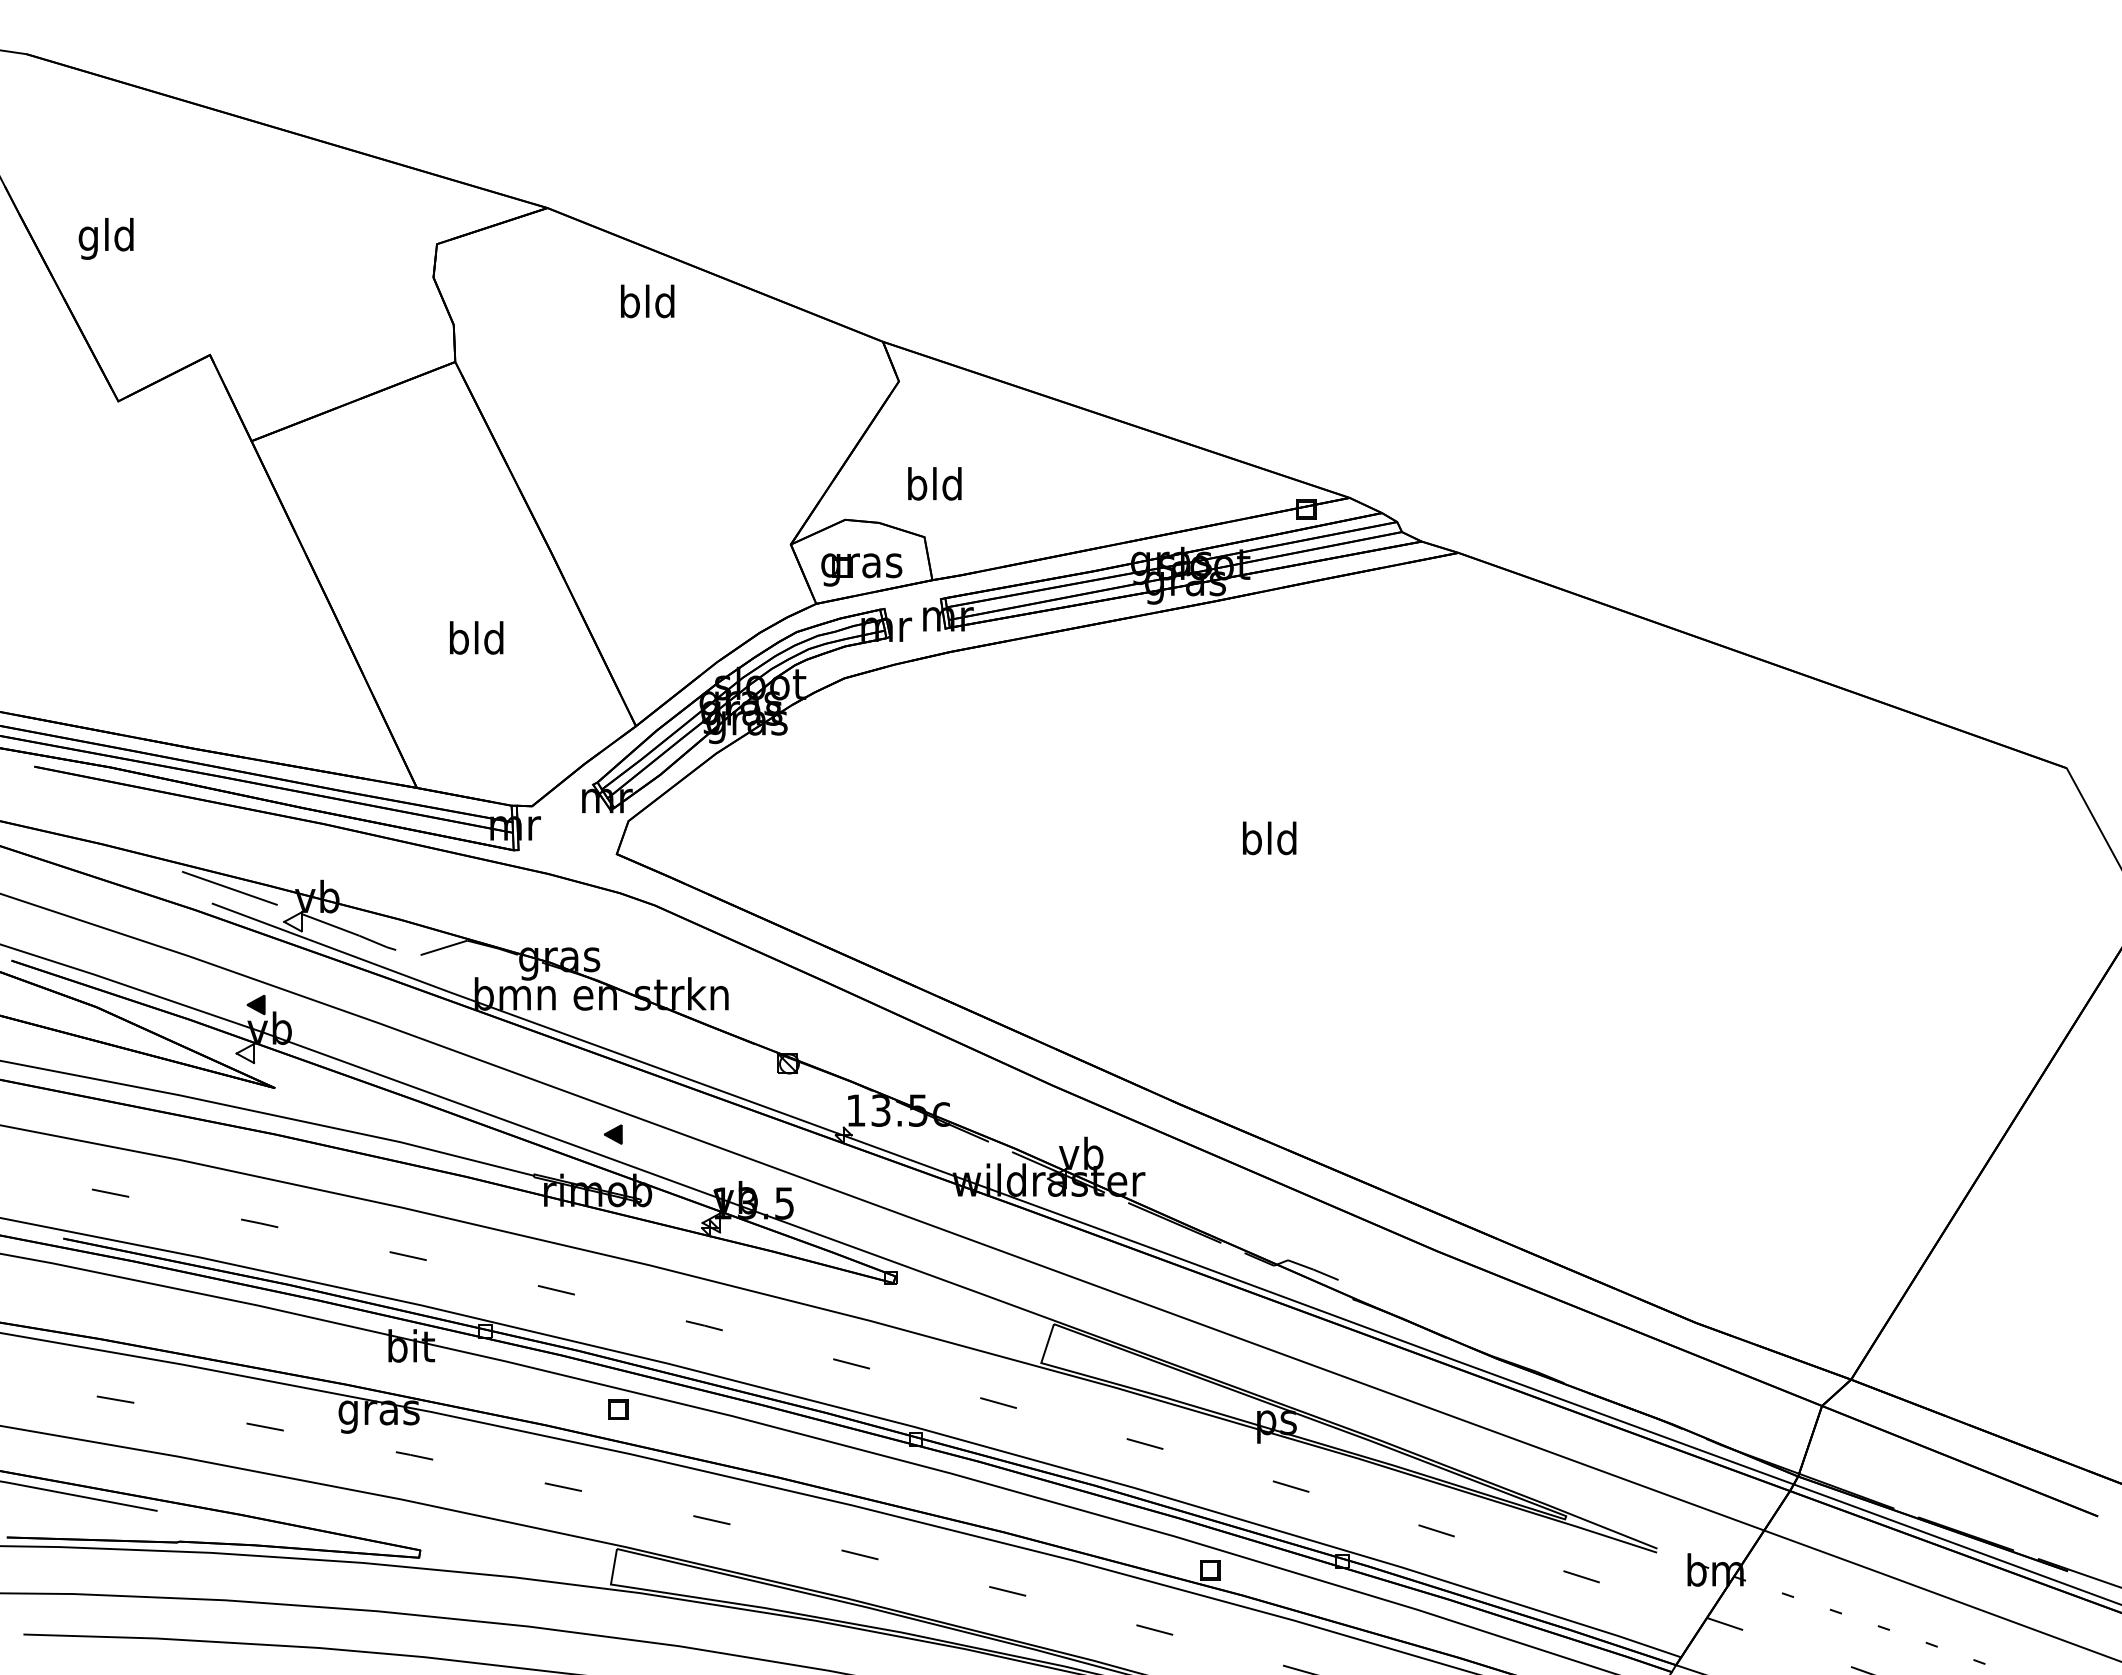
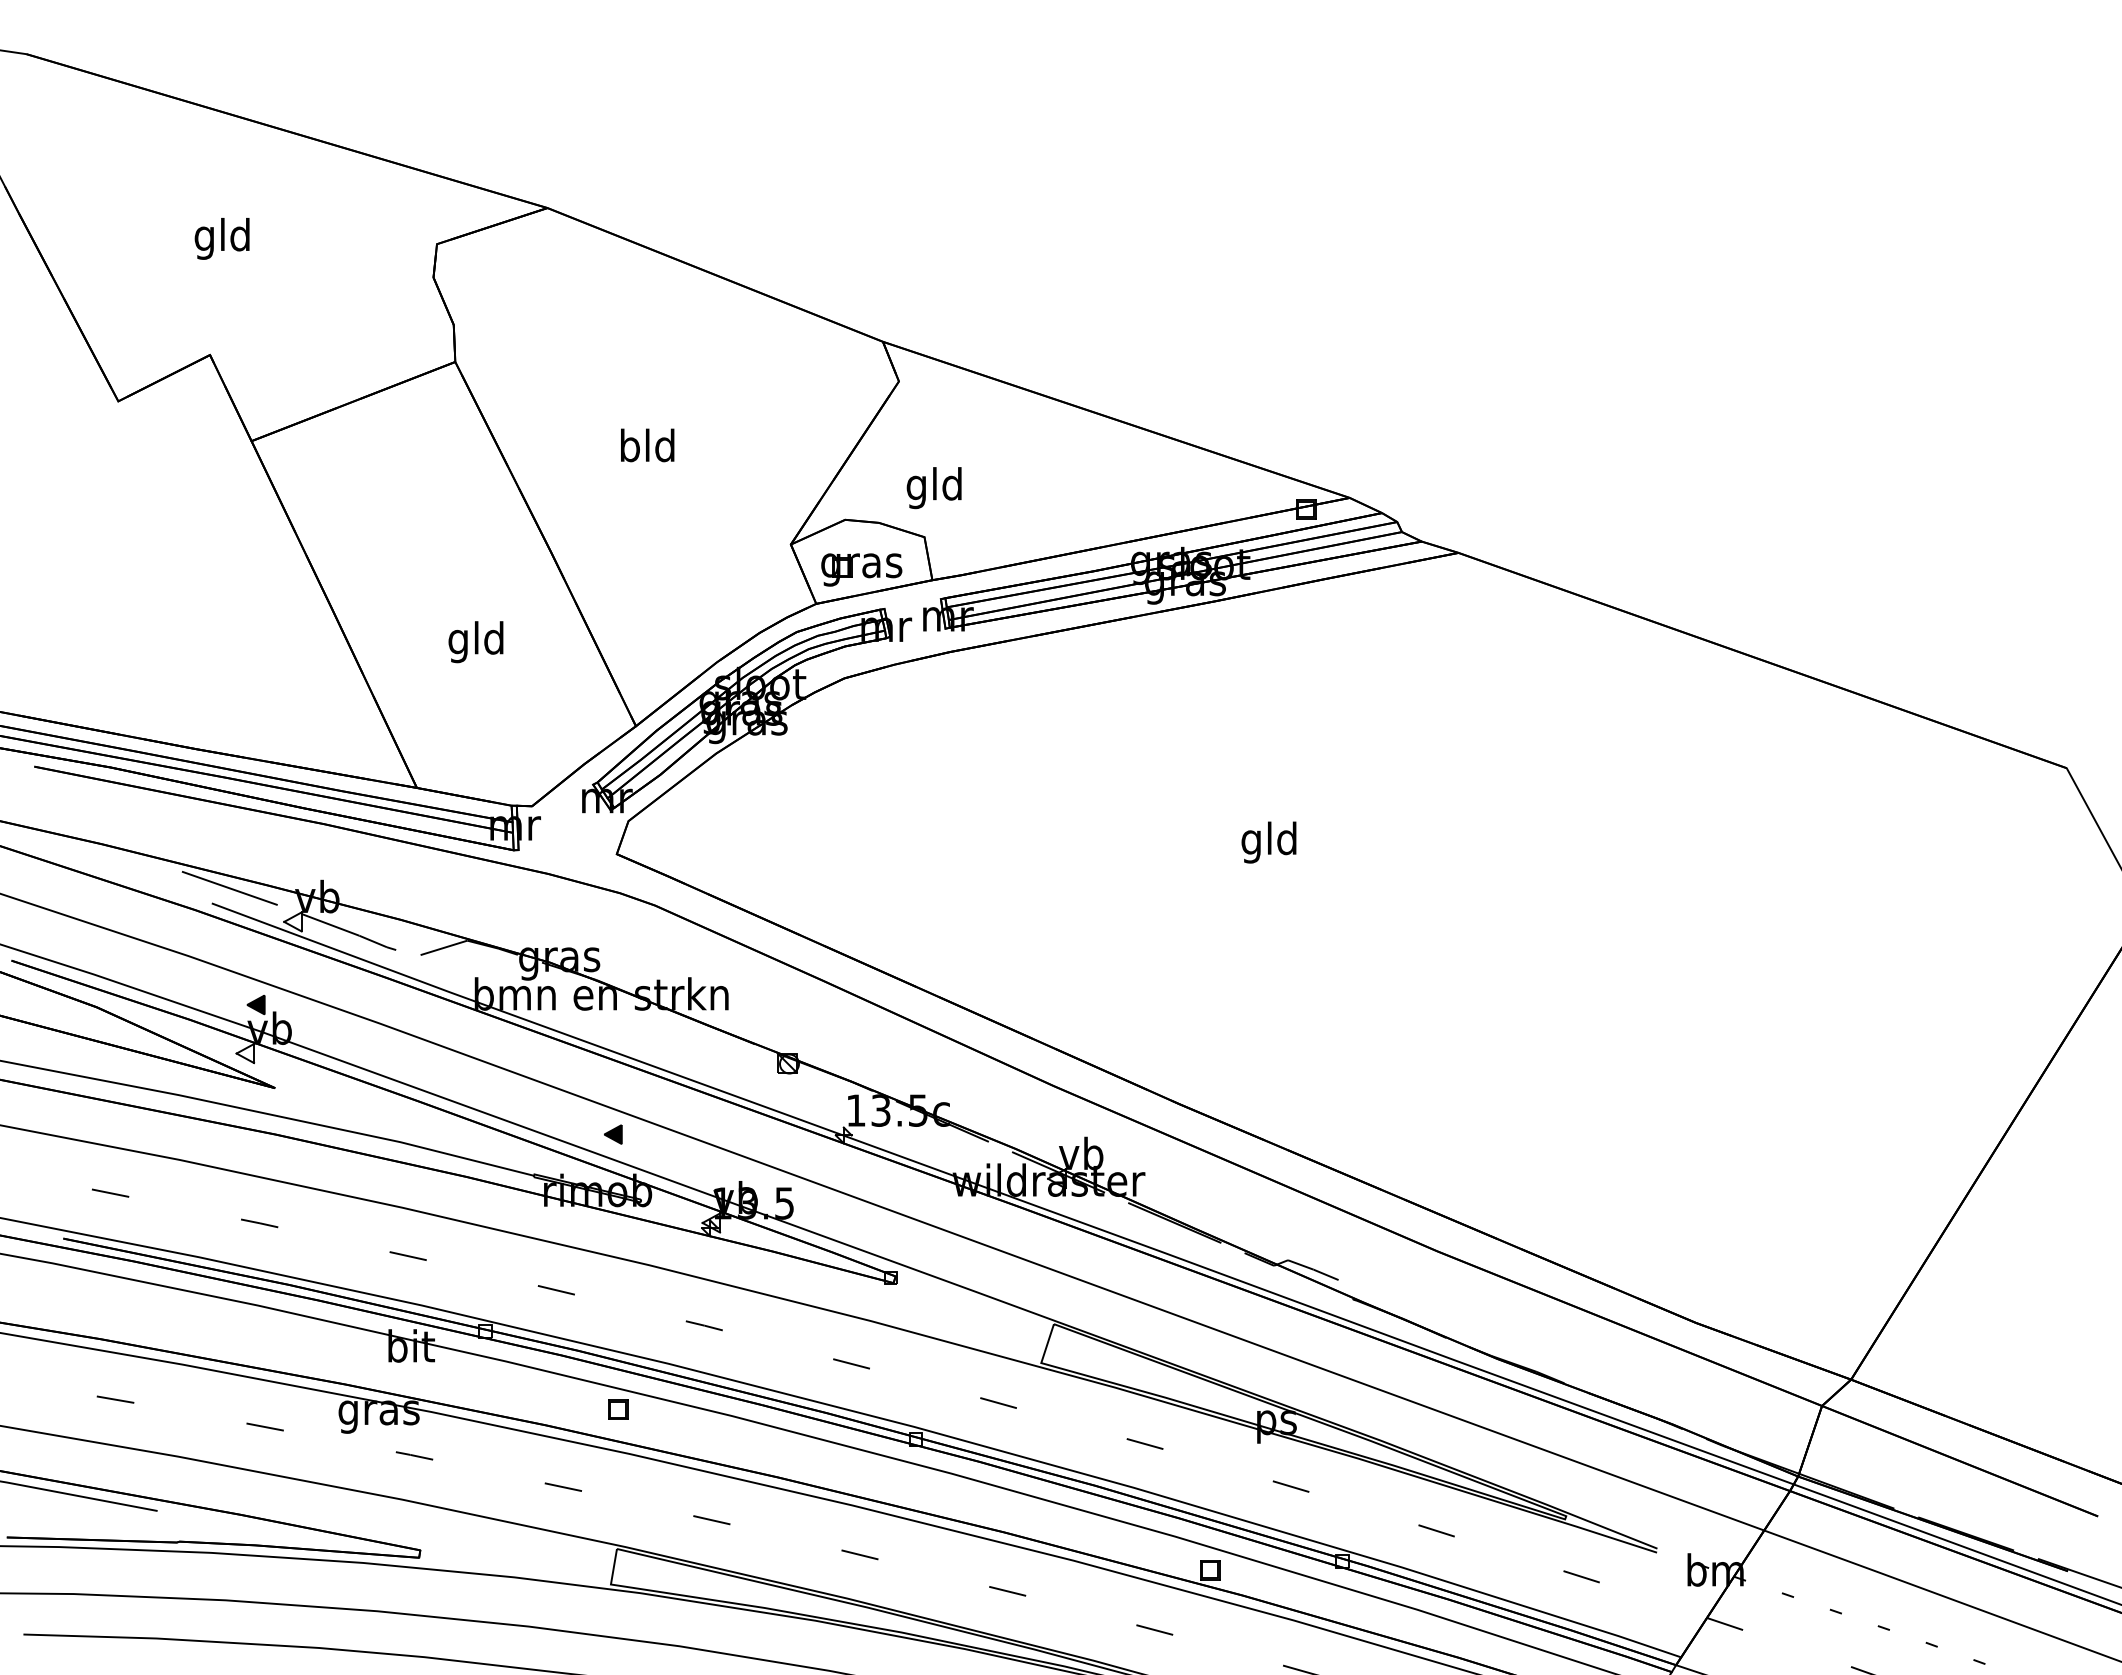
text at (105, 238) position: (105, 238) -> (221, 238)
text at (647, 301) position: (647, 301) -> (647, 445)
text at (916, 488): bld -> gld
text at (458, 642): bld -> gld
text at (1251, 842): bld -> gld
